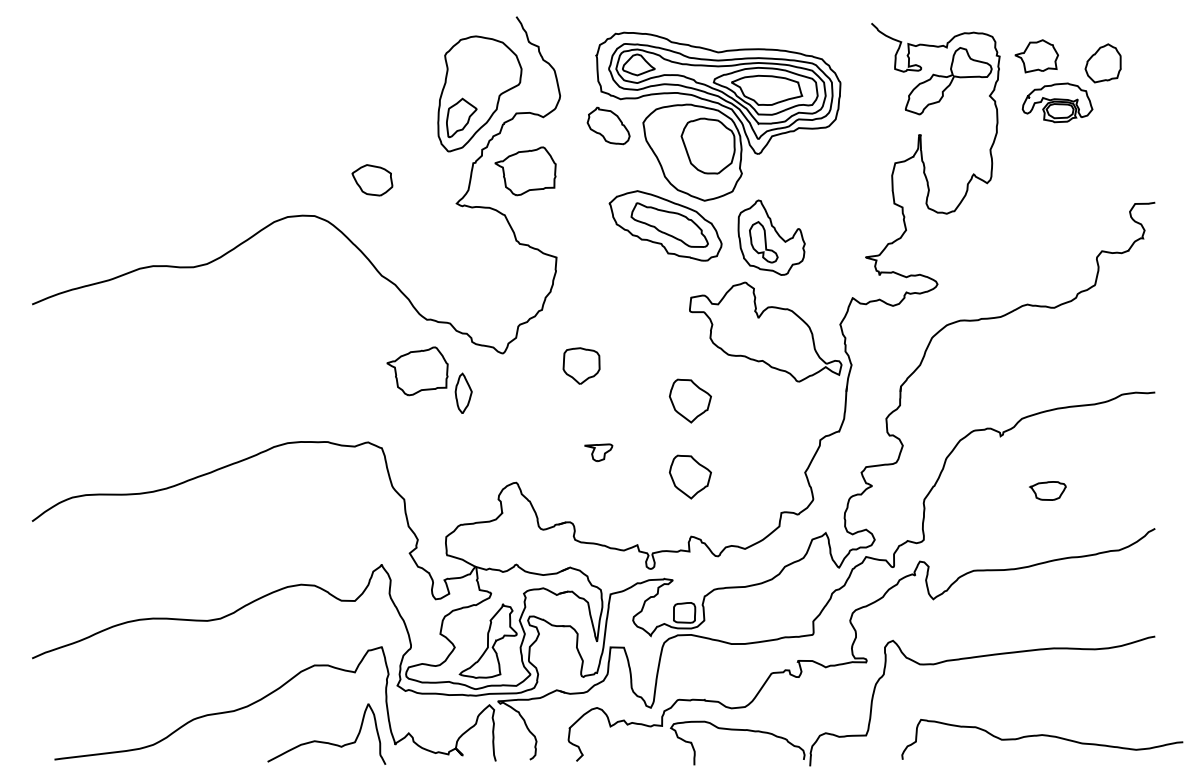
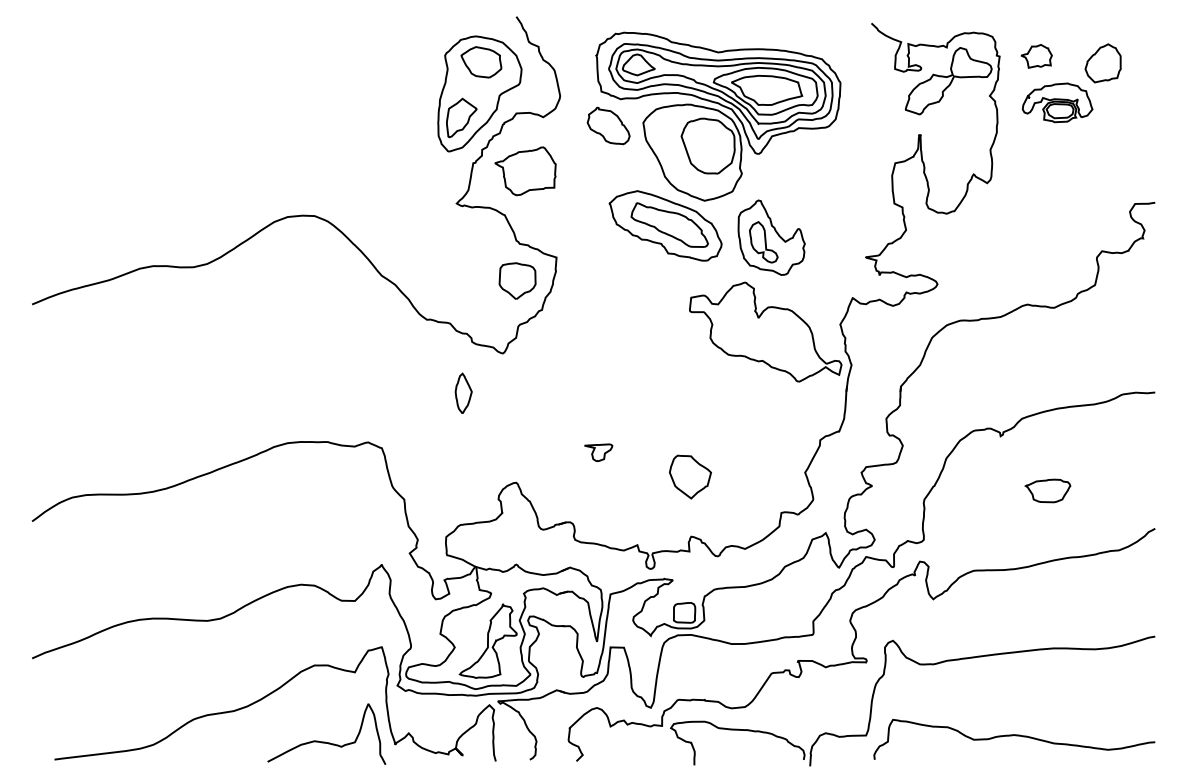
part at (1036, 56) size: 45x35 px -> 33x25 px
part at (372, 180) position: (372, 180) -> (481, 62)
part at (581, 365) position: (581, 365) -> (517, 280)
part at (417, 371): present -> none
part at (690, 400): present -> none
part at (1047, 490) size: 38x20 px -> 48x26 px
curve at (1043, 736) position: (1043, 736) -> (1015, 736)
